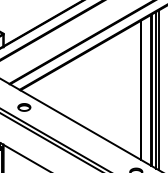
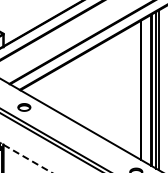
line at (25, 157): solid -> dashed
